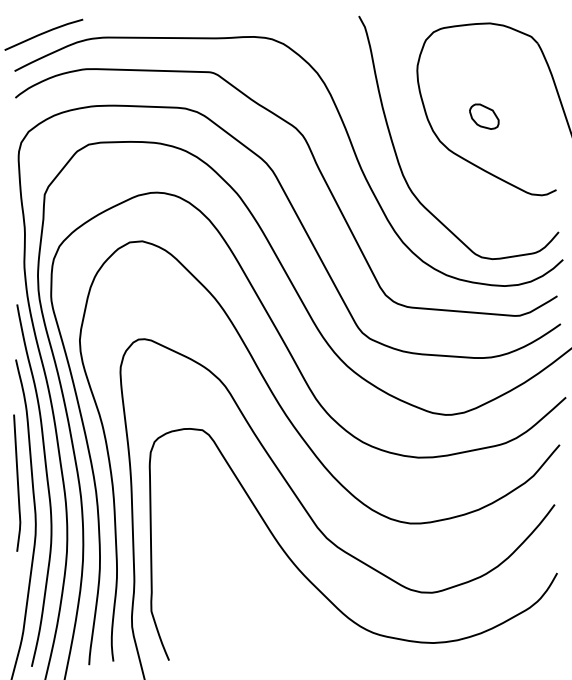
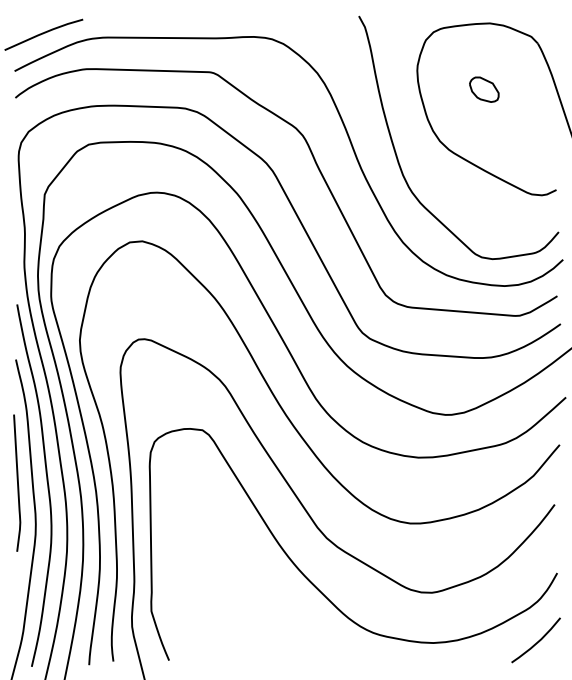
part at (484, 116) position: (484, 116) -> (484, 89)
curve at (537, 641): none -> present
